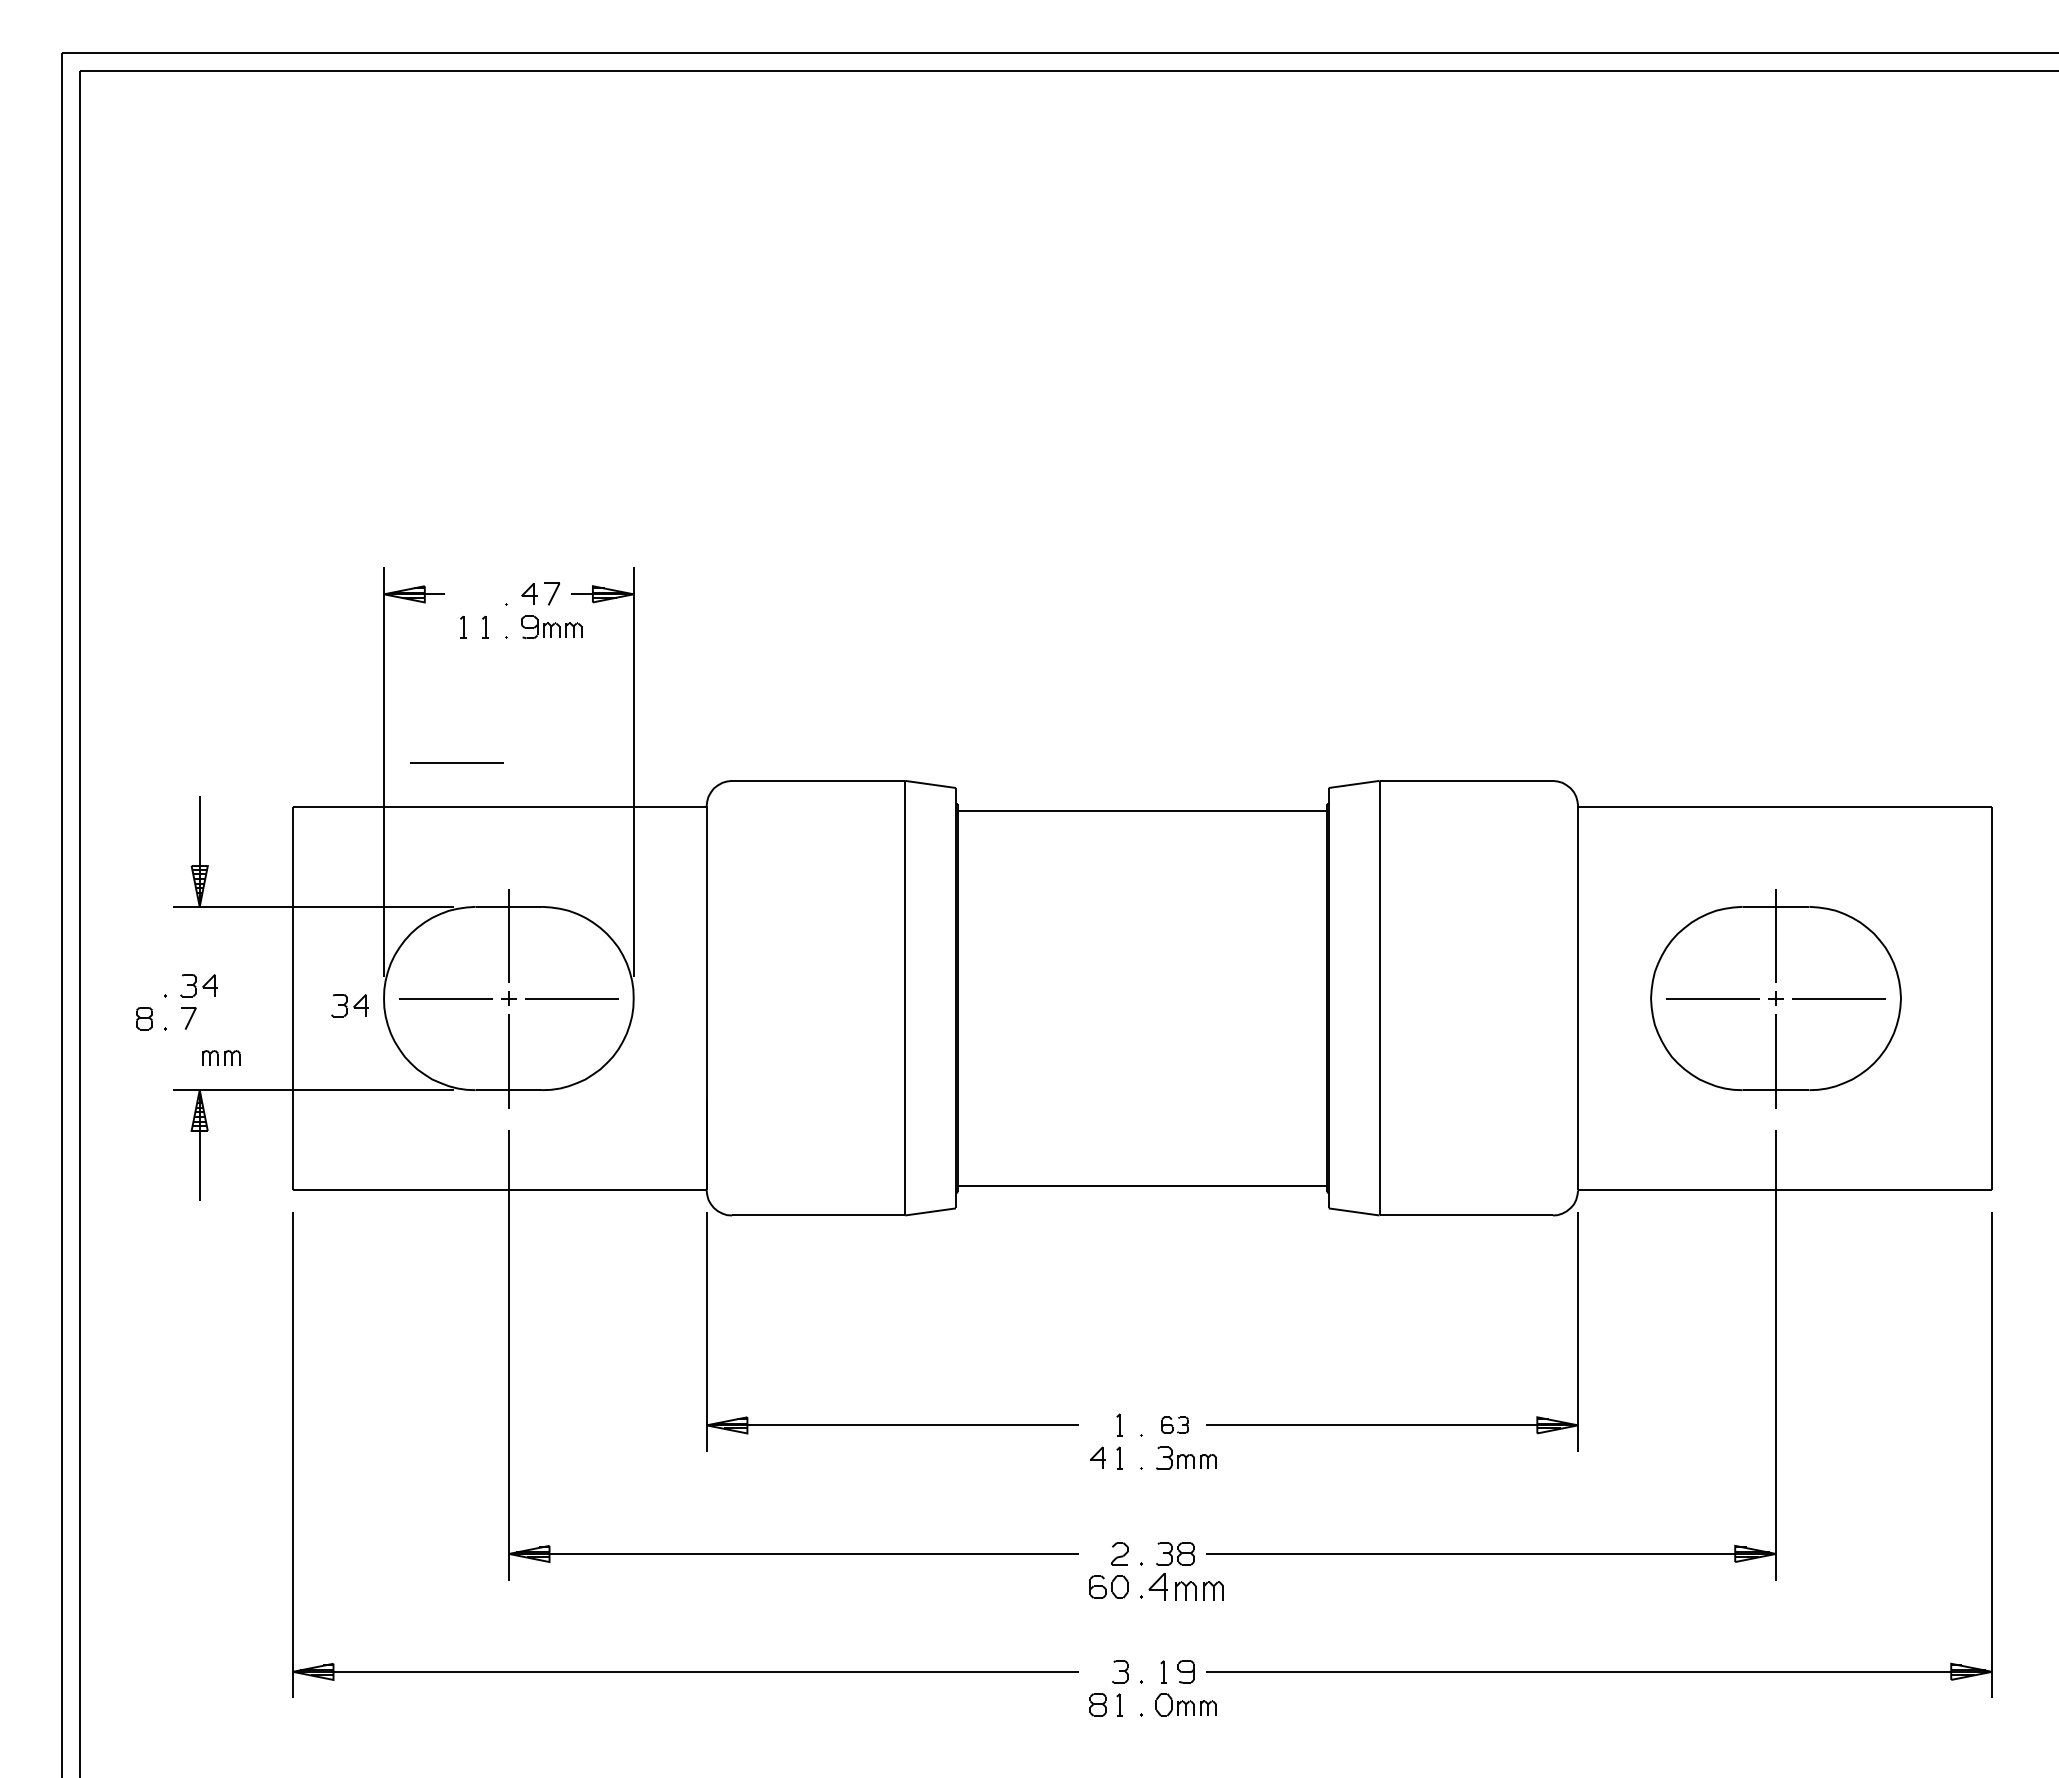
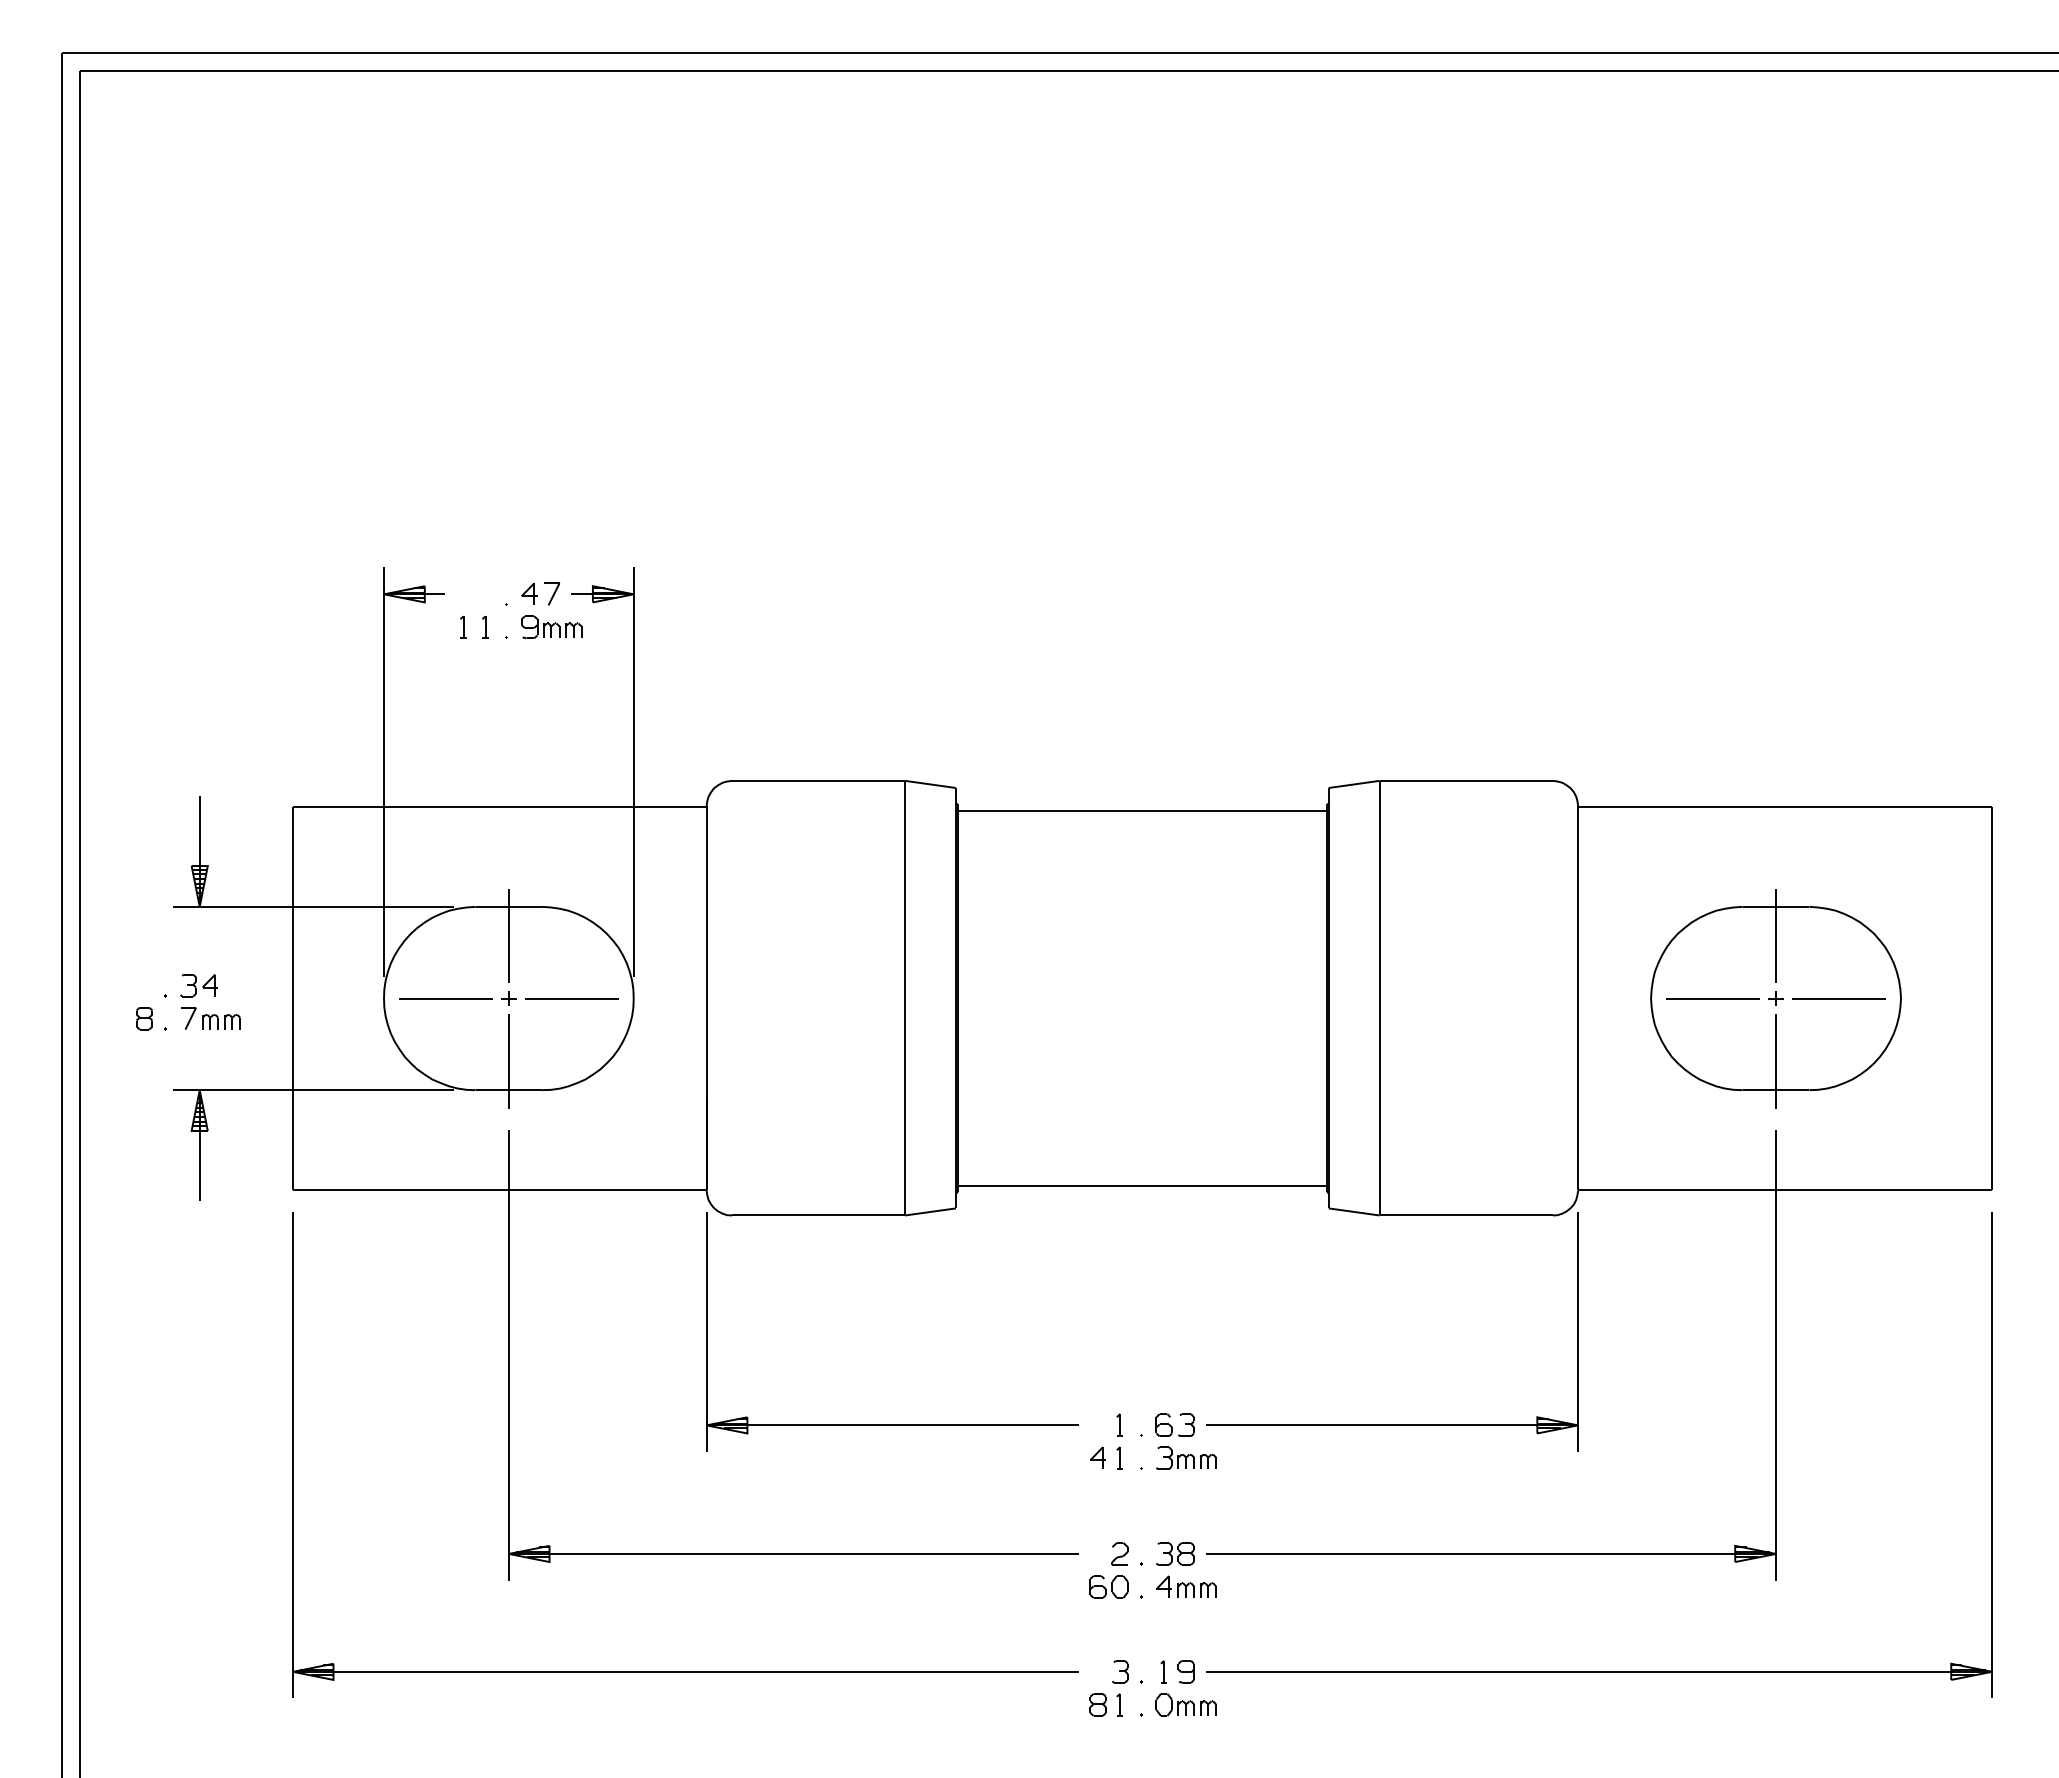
line at (456, 762): present -> none
part at (349, 1005): present -> none
part at (221, 1057) position: (221, 1057) -> (221, 1021)
part at (1174, 1424) size: 28x18 px -> 40x24 px
part at (1185, 1586) size: 76x28 px -> 61x23 px
